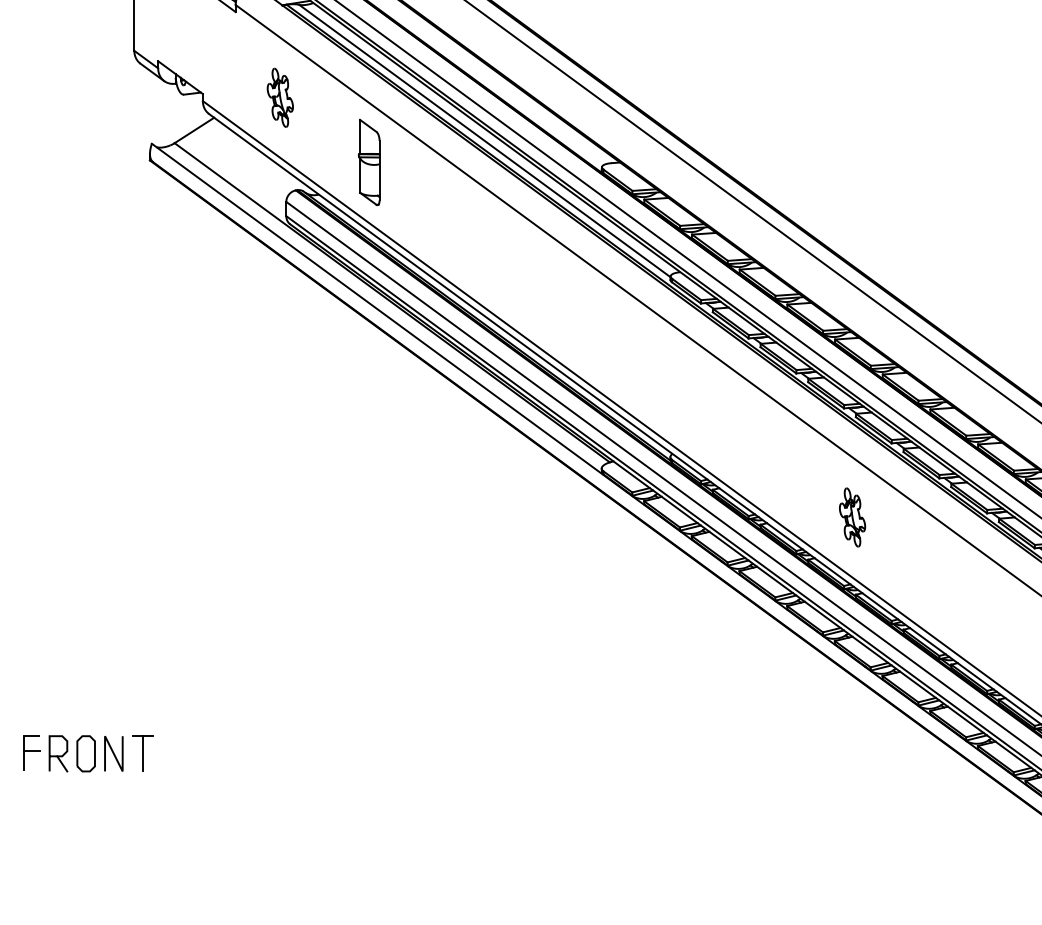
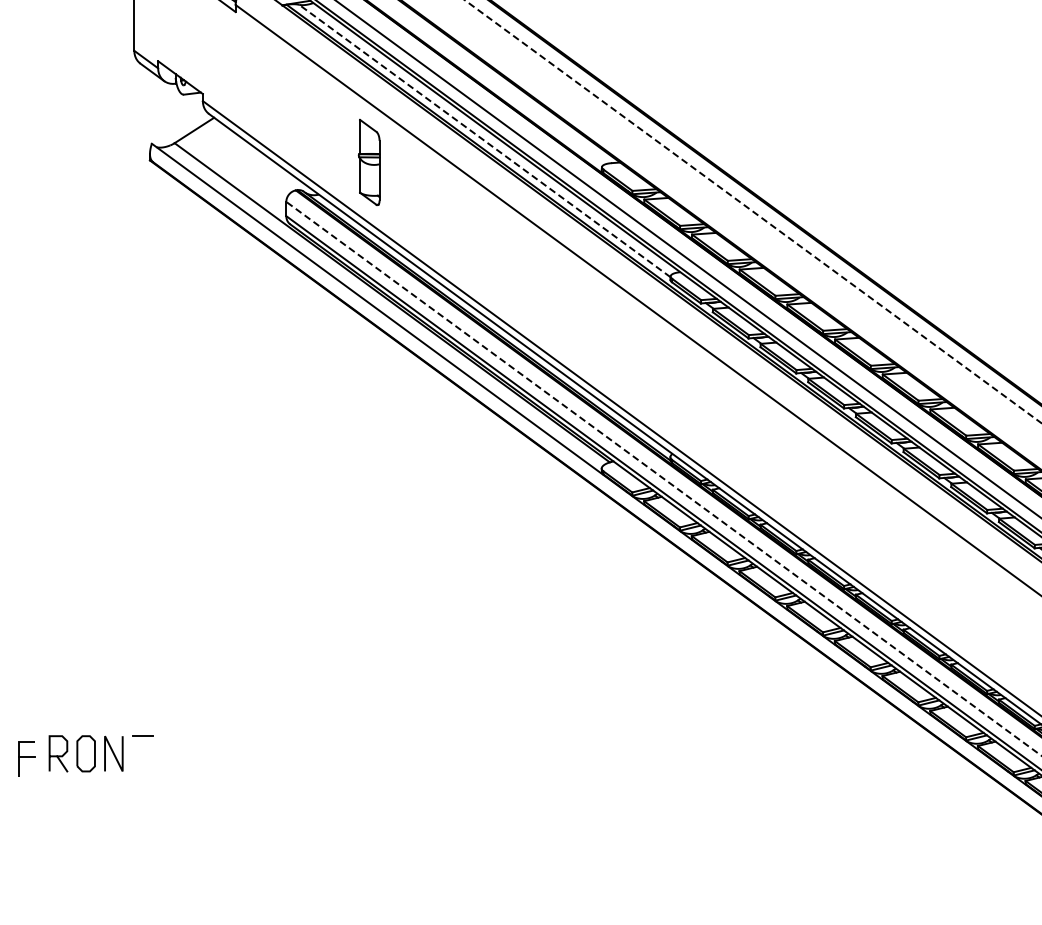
part at (279, 97): present -> none
line at (484, 140): solid -> dashed
line at (753, 211): solid -> dashed
line at (663, 478): solid -> dashed
part at (852, 517): present -> none
part at (31, 752) position: (31, 752) -> (26, 758)
line at (142, 753): present -> none
